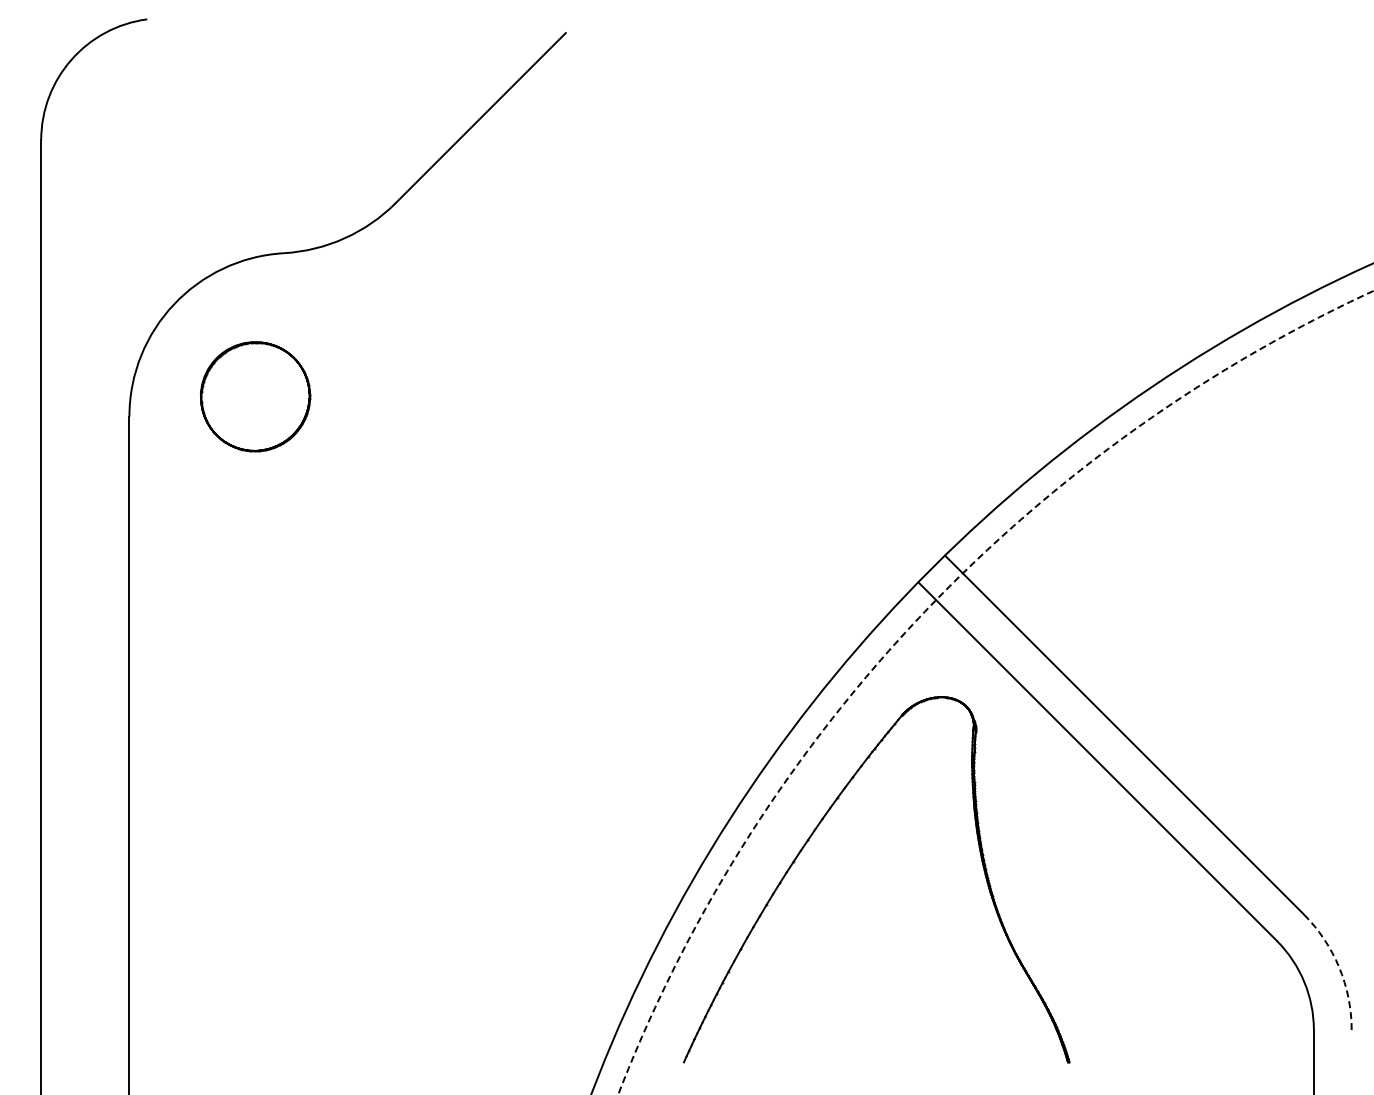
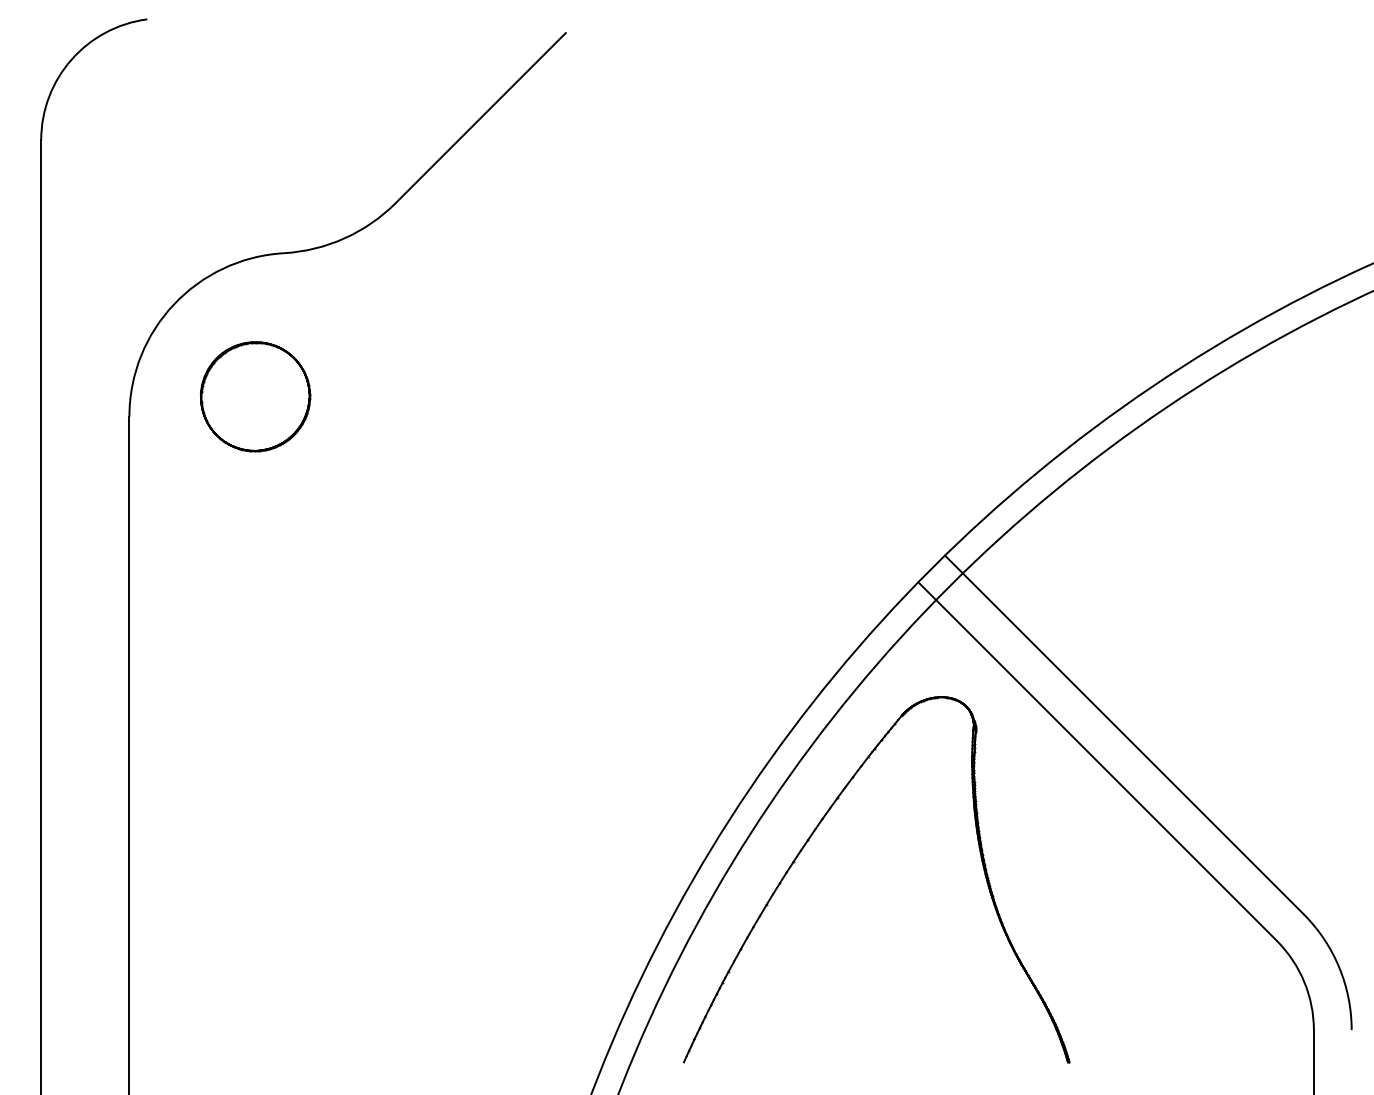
circle at (995, 692): dashed -> solid
arc at (1339, 967): dashed -> solid
